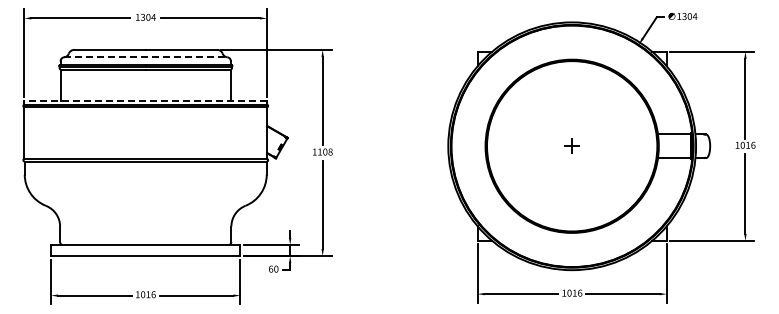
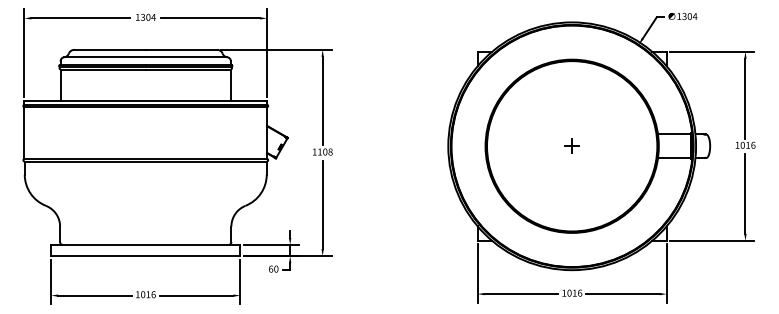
line at (145, 57): dashed -> solid
line at (145, 100): dashed -> solid
